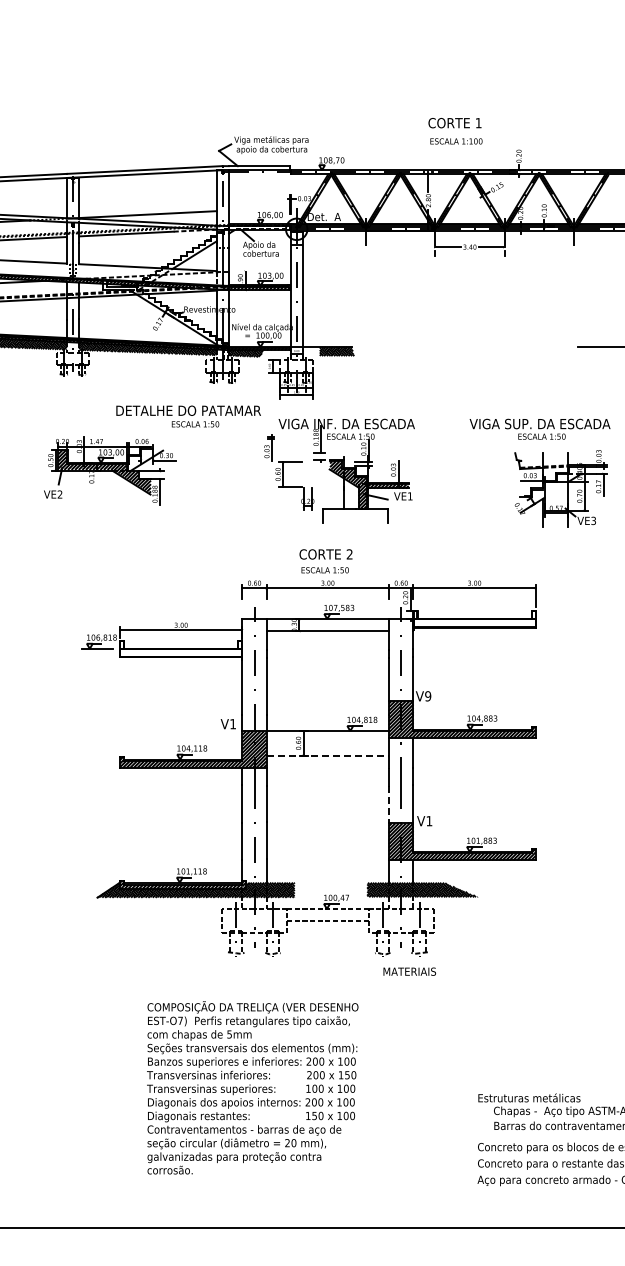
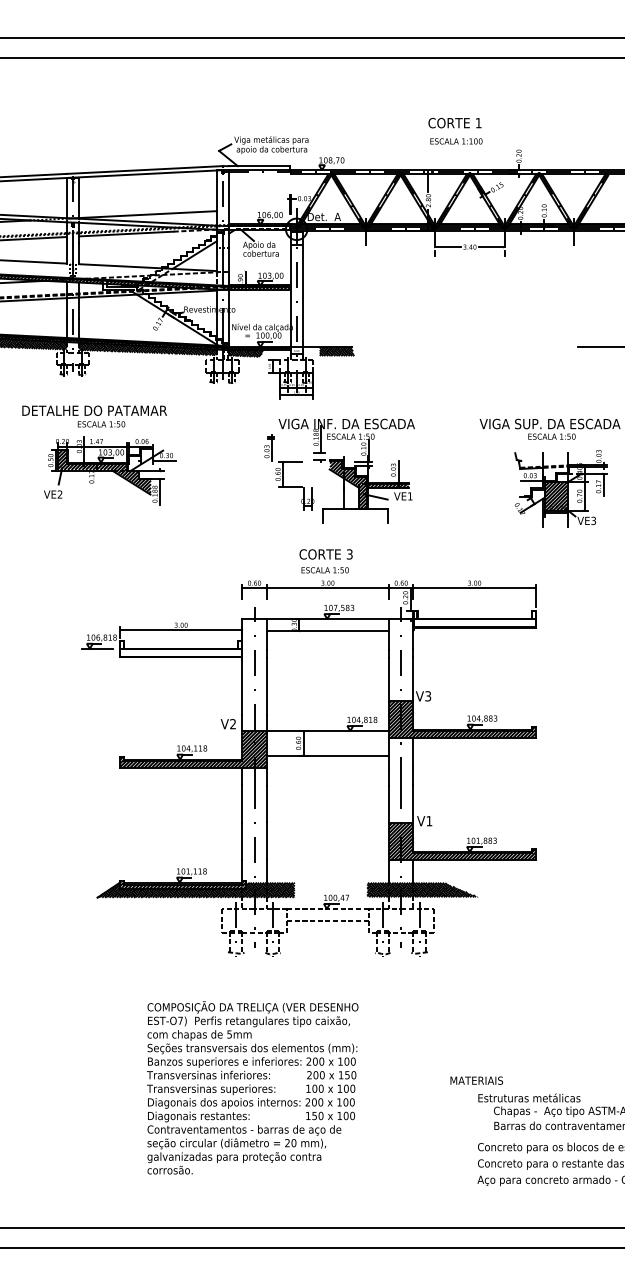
line at (311, 37): none -> present
line at (311, 58): none -> present
text at (188, 416) position: (188, 416) -> (94, 416)
text at (539, 428) position: (539, 428) -> (549, 428)
hatch at (555, 495): none -> present
text at (349, 554): 2 -> 3
text at (428, 696): V9 -> V3
text at (232, 724): V1 -> V2
line at (328, 755): dashed -> solid
line at (389, 804): dashed -> solid
text at (409, 971) position: (409, 971) -> (476, 1080)
line at (311, 1248): none -> present
